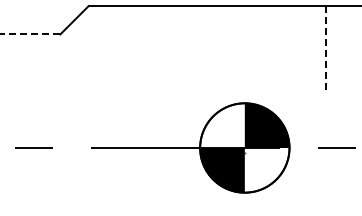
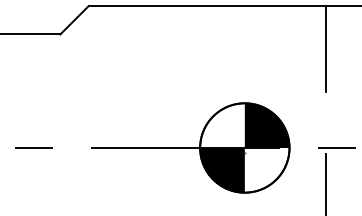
line at (30, 34): dashed -> solid
line at (326, 49): dashed -> solid
line at (326, 183): none -> present
